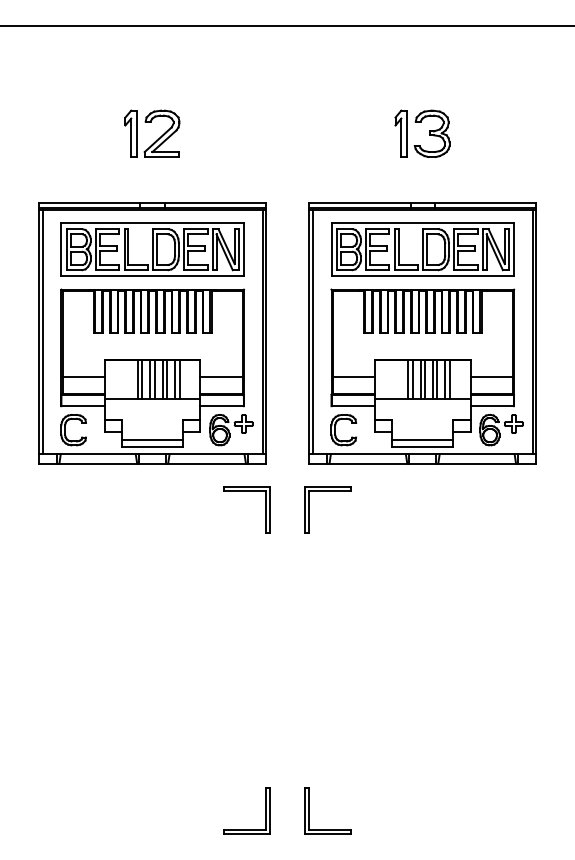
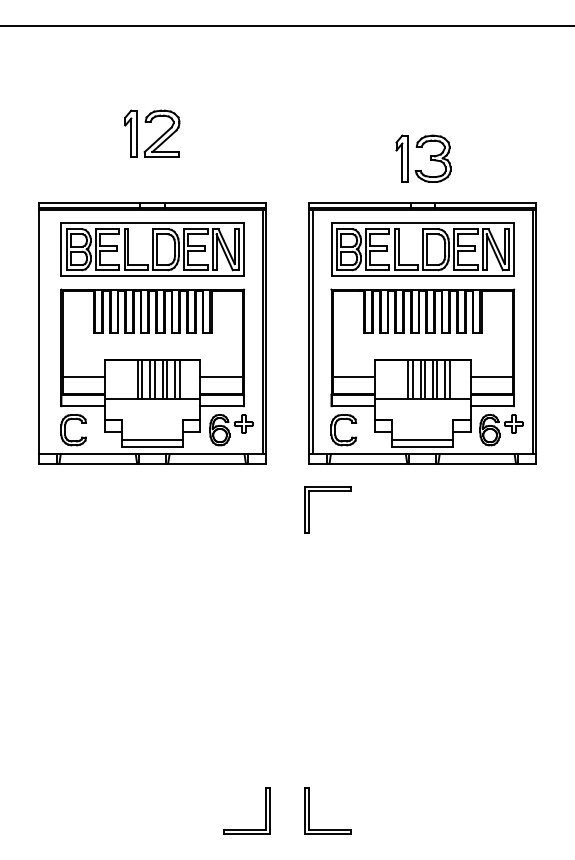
part at (429, 133) position: (429, 133) -> (430, 158)
line at (42, 331): present -> none
part at (246, 491): present -> none
